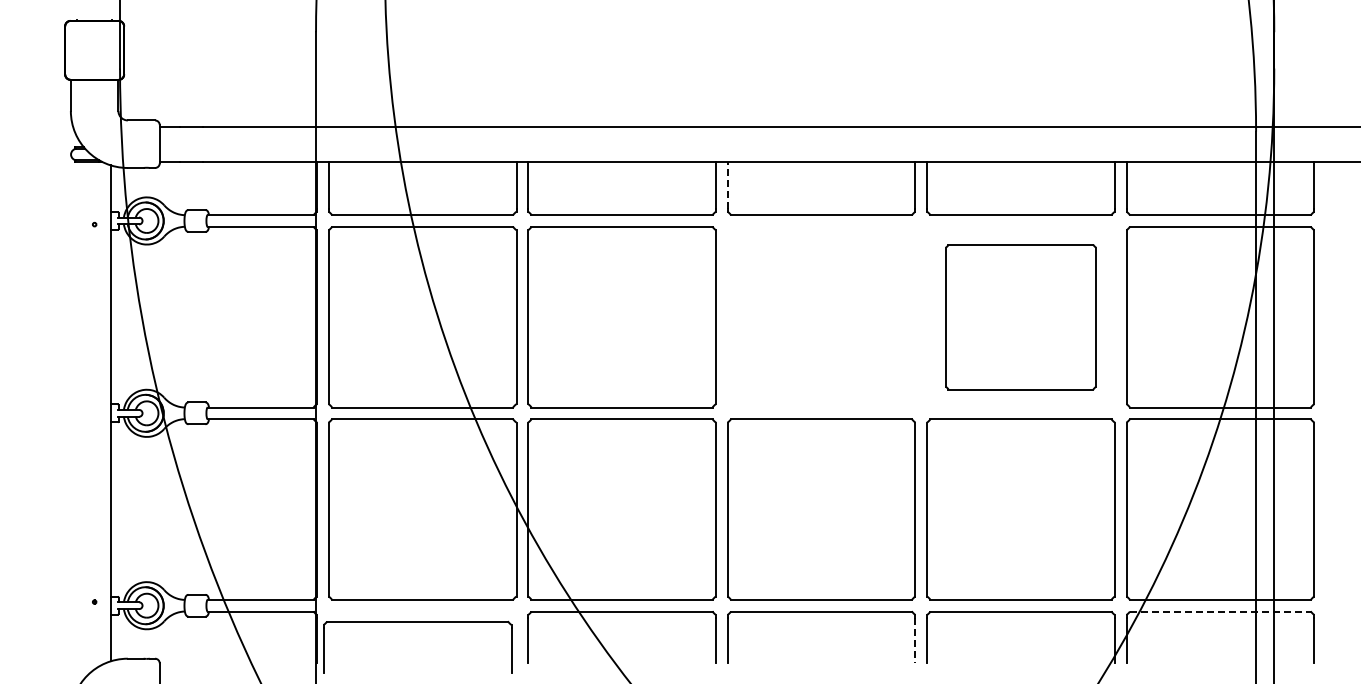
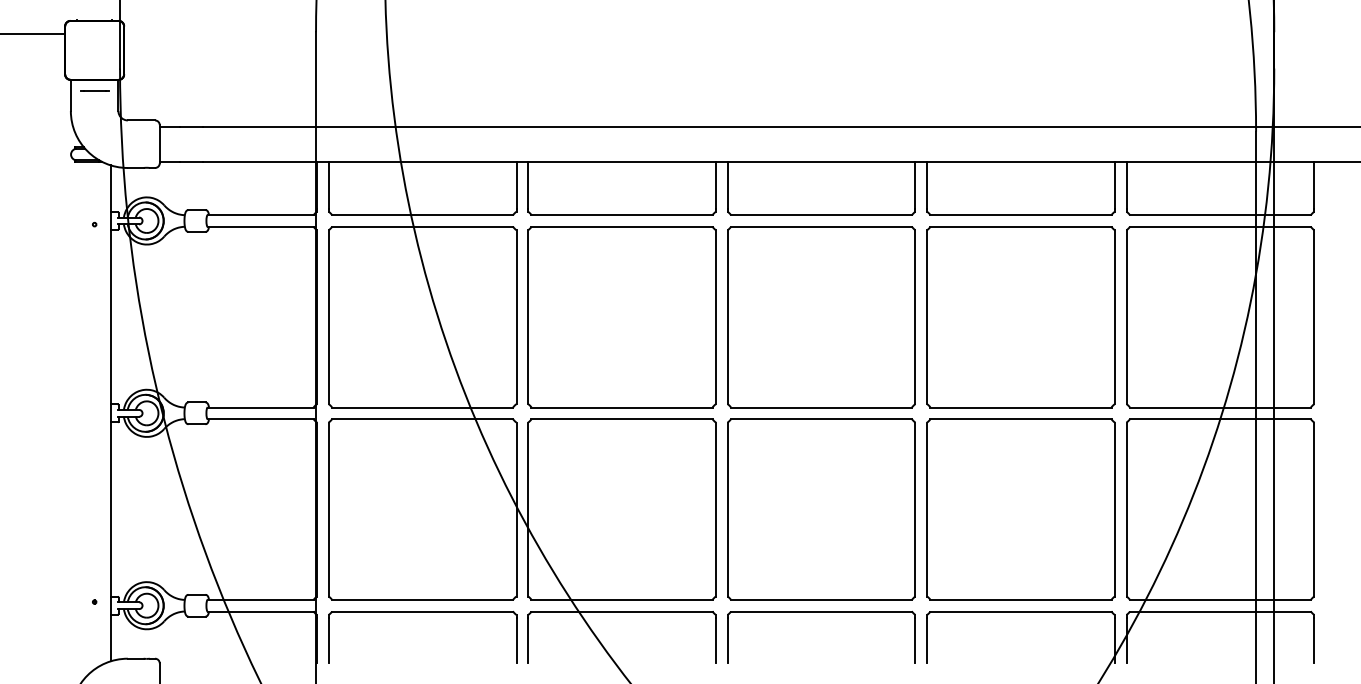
line at (33, 34): none -> present
line at (94, 90): none -> present
line at (727, 185): dashed -> solid
part at (821, 317): none -> present
part at (1020, 317) size: 152x147 px -> 190x183 px
line at (1220, 611): dashed -> solid
part at (417, 622) position: (417, 622) -> (422, 612)
line at (915, 640): dashed -> solid
